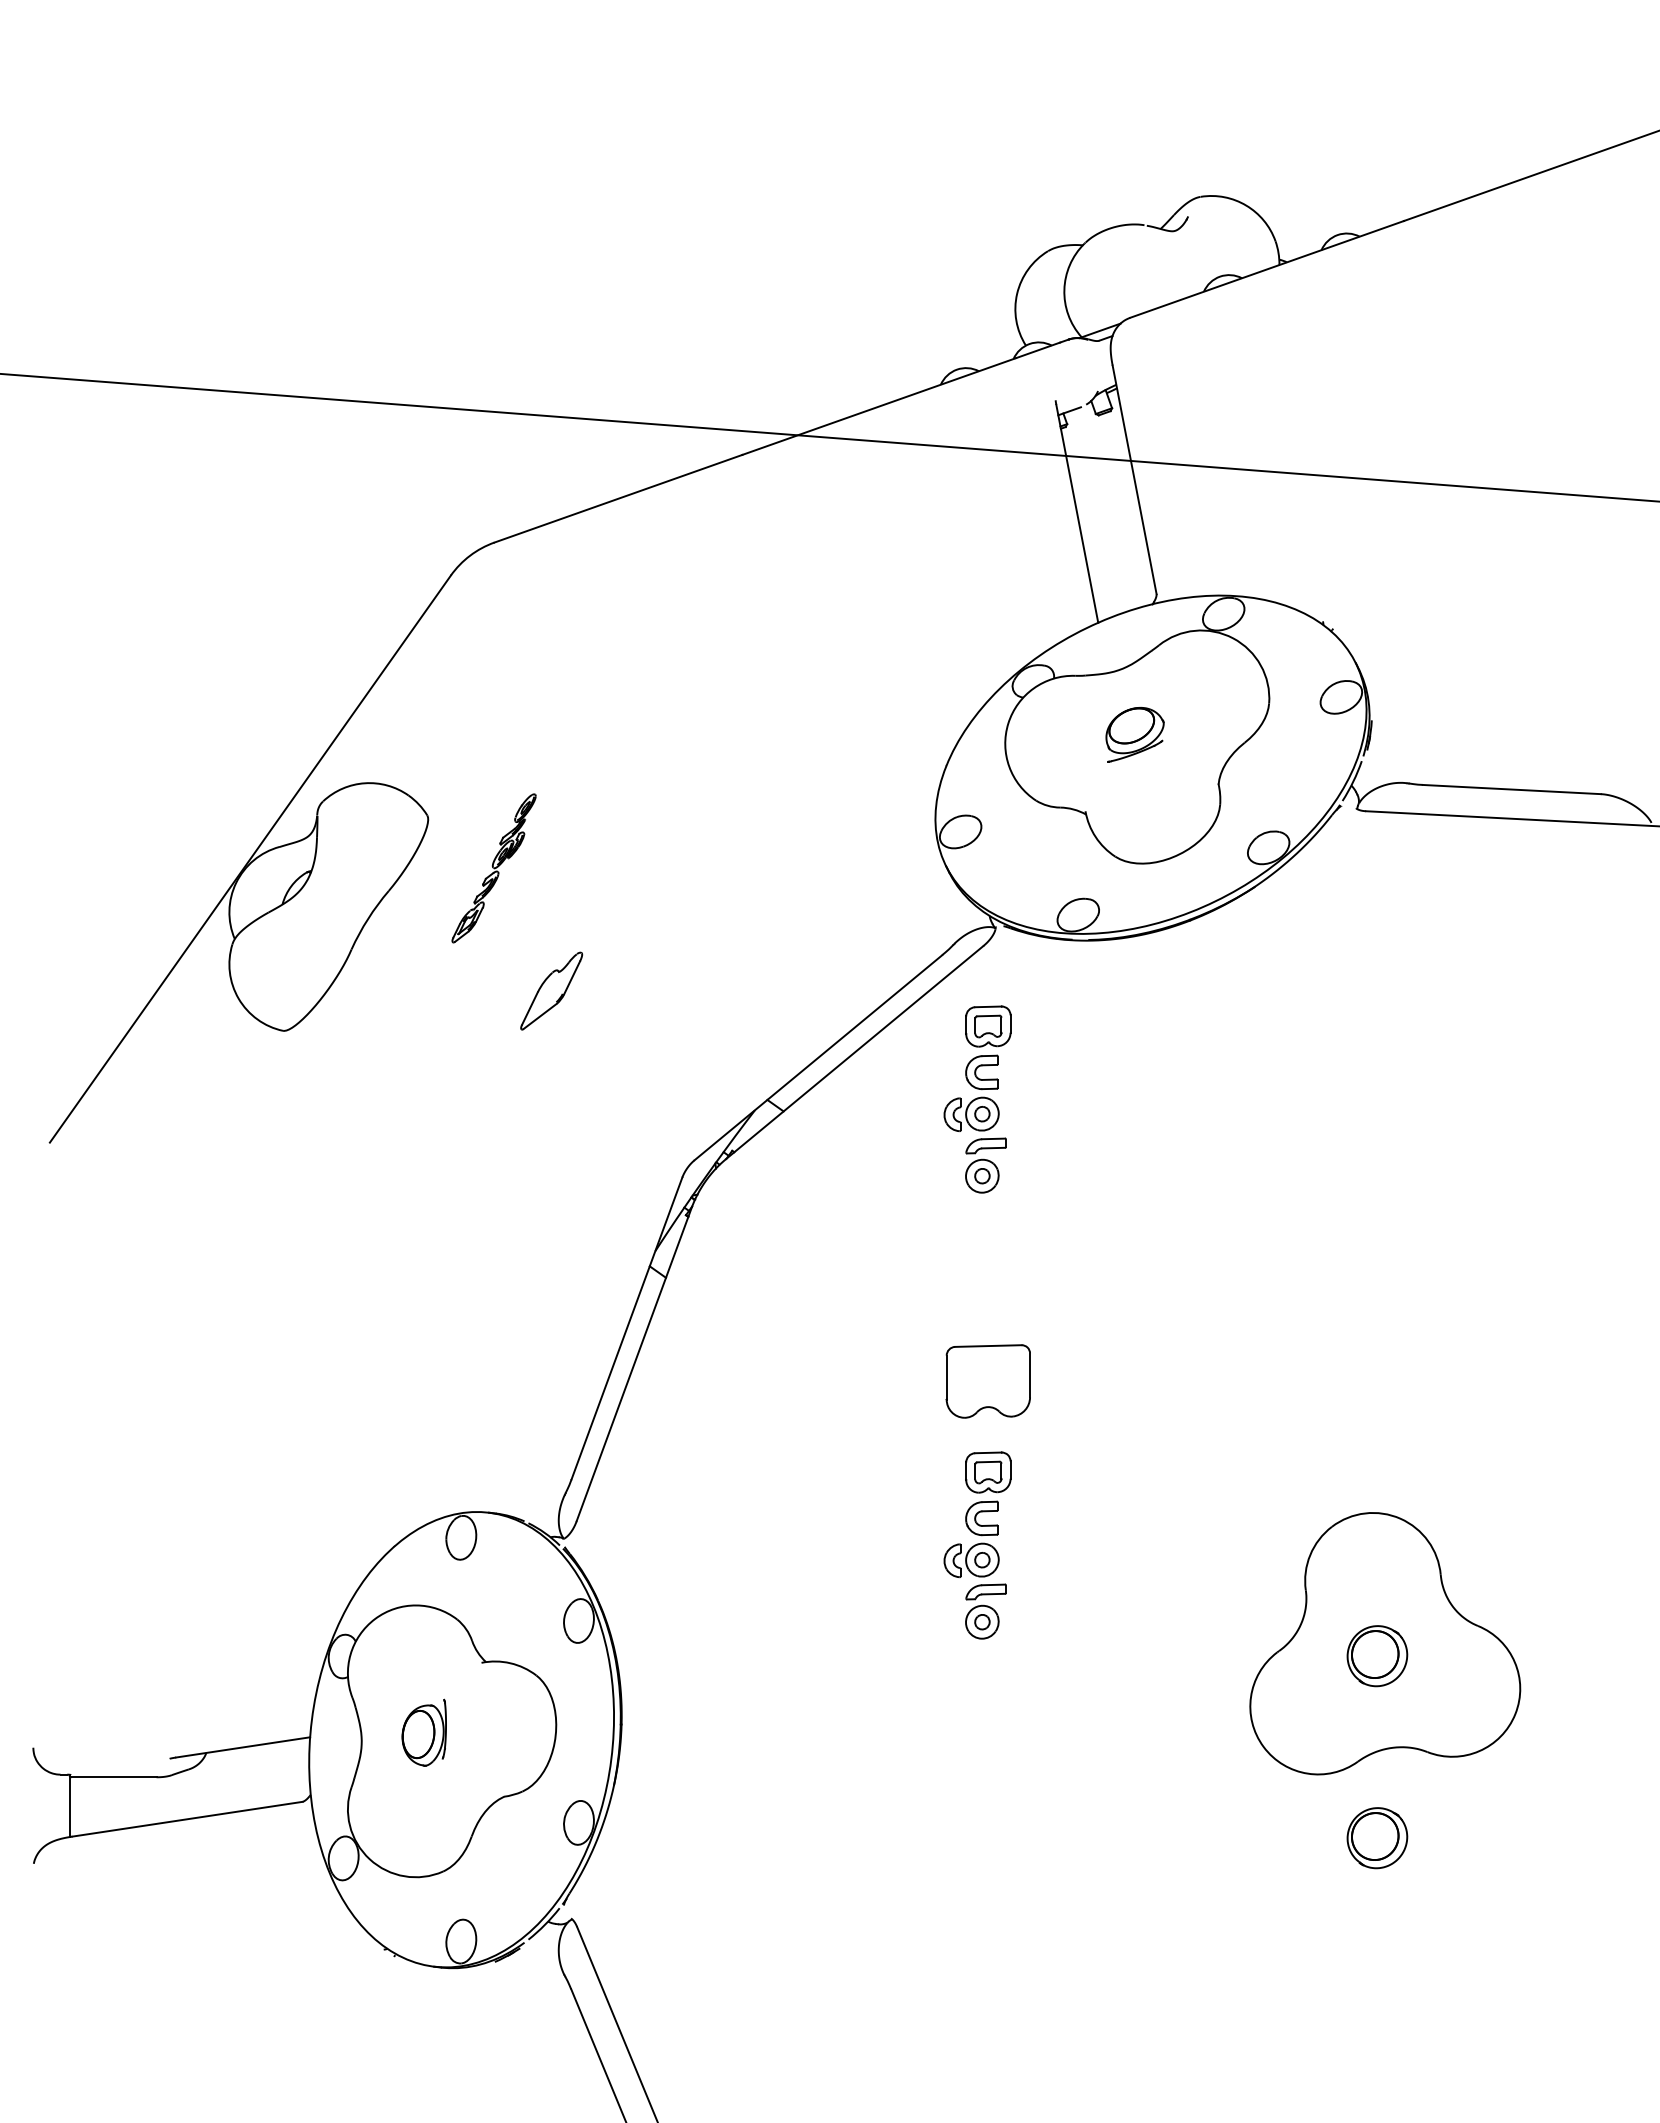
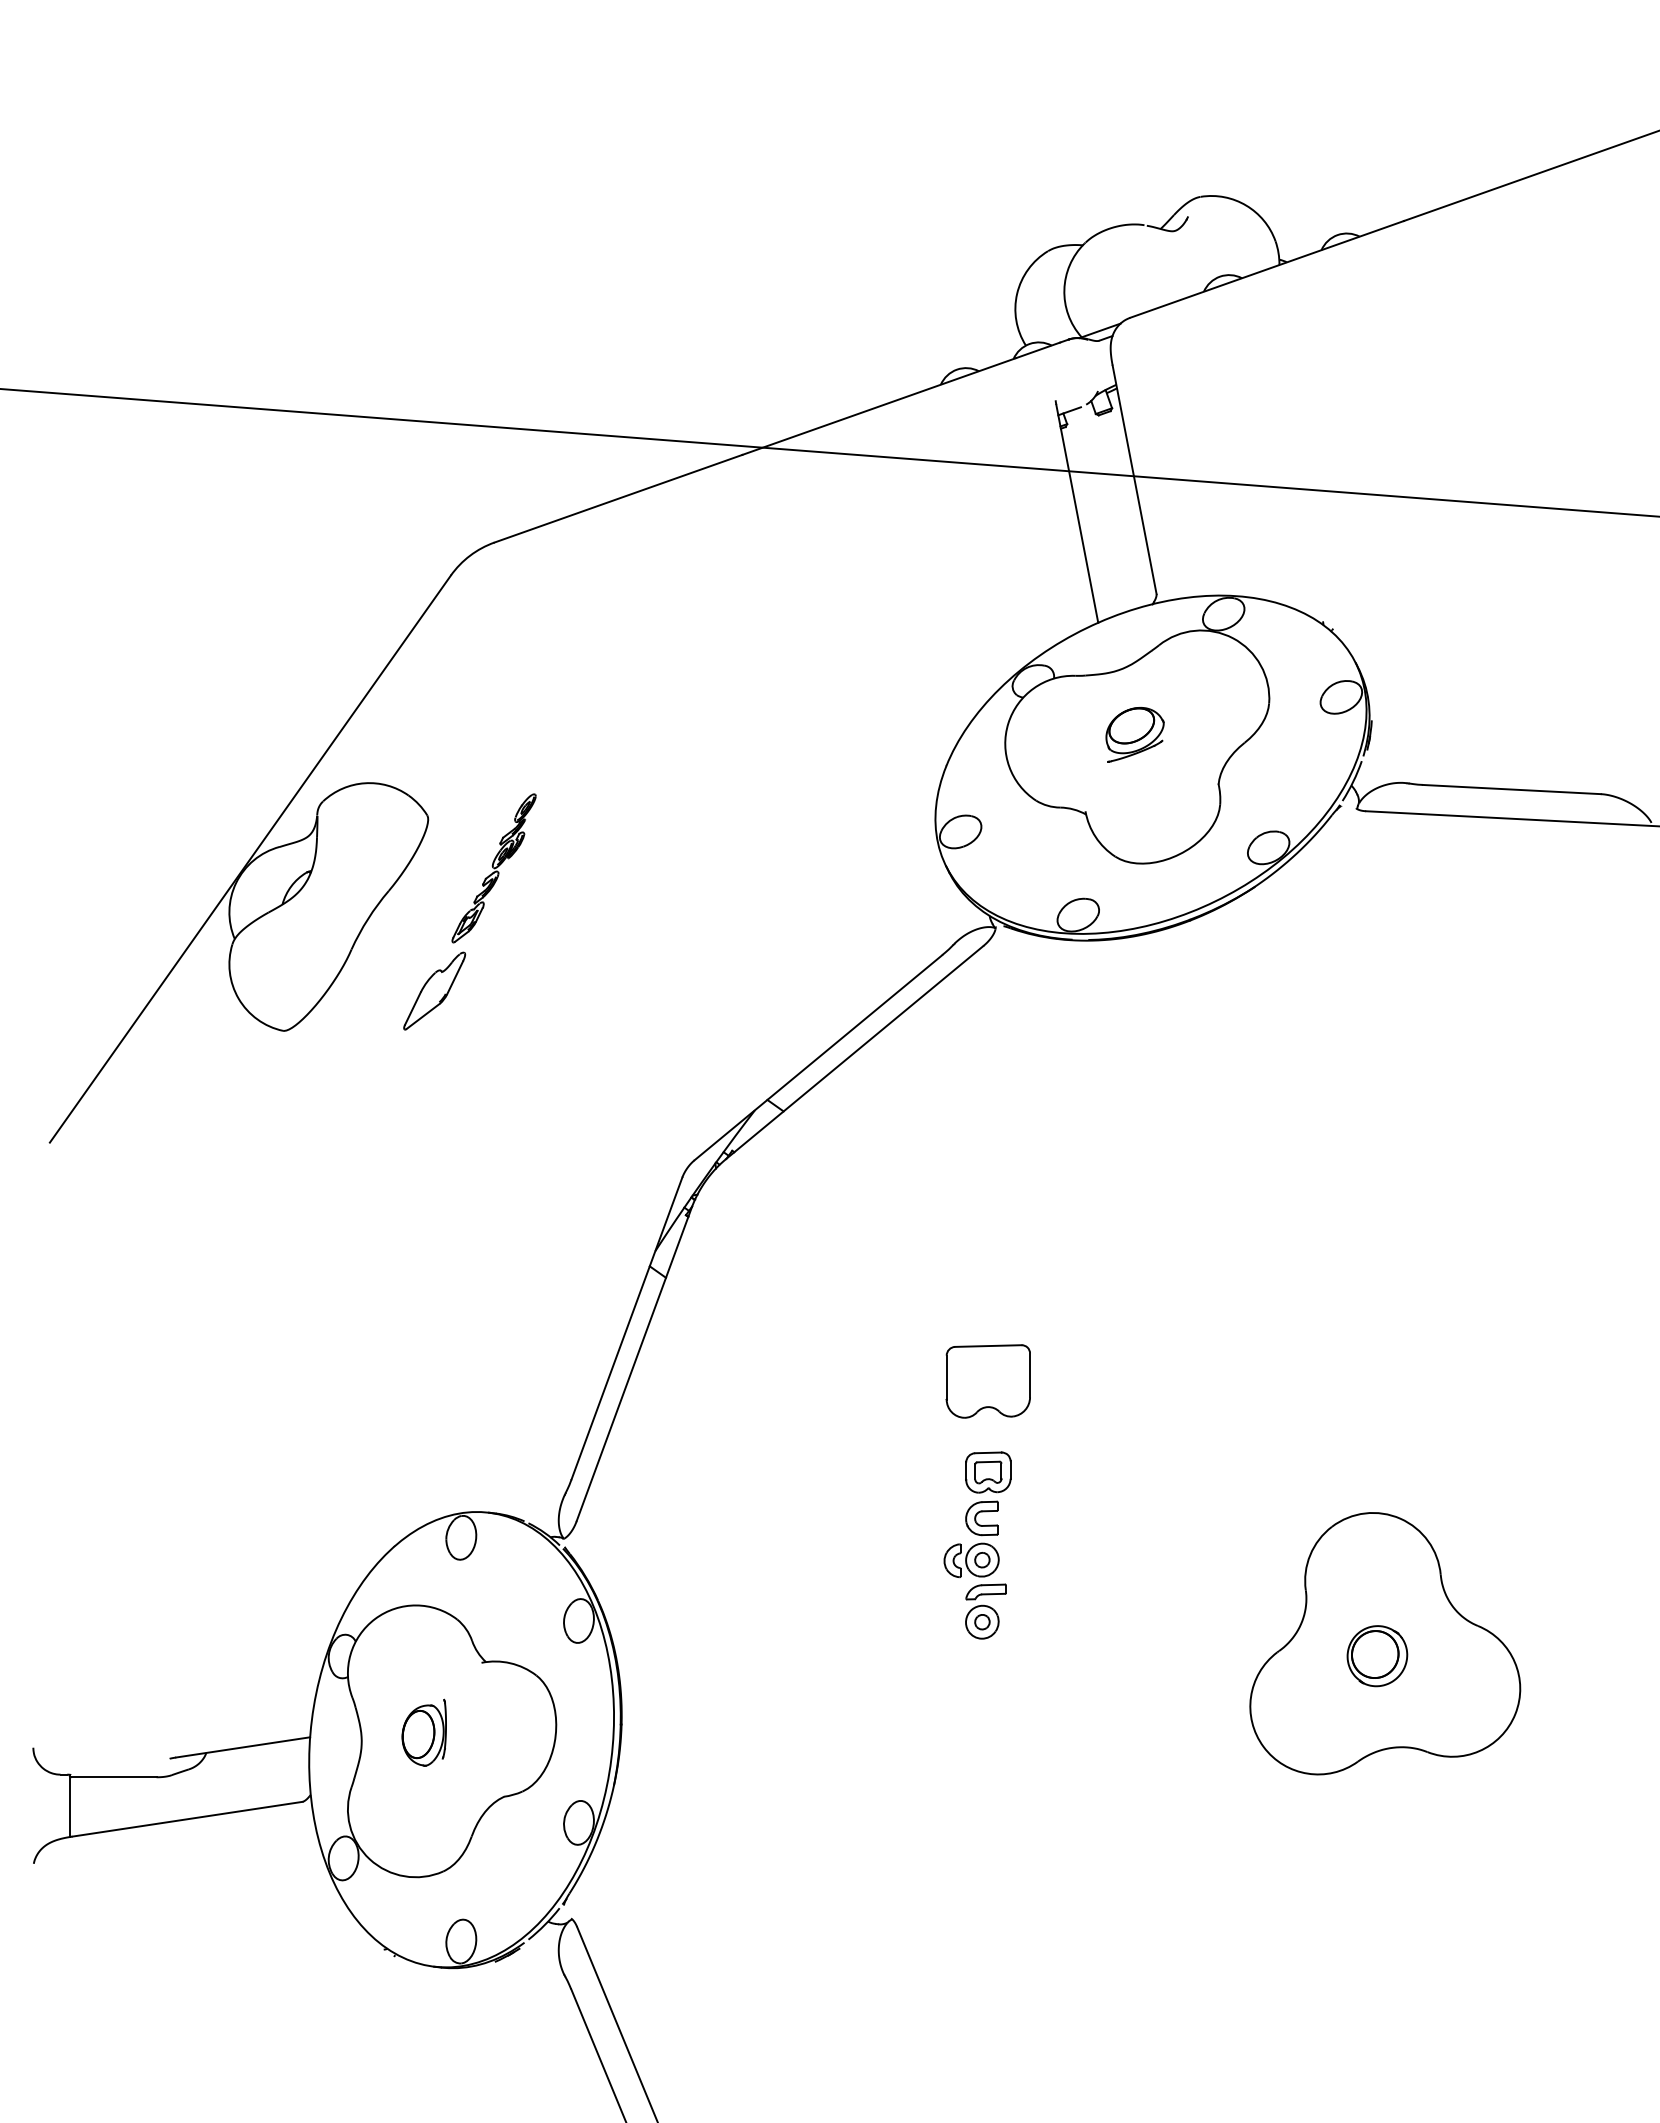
line at (829, 437) position: (829, 437) -> (829, 452)
part at (551, 990) position: (551, 990) -> (434, 990)
part at (977, 1099): present -> none
part at (1377, 1838): present -> none
